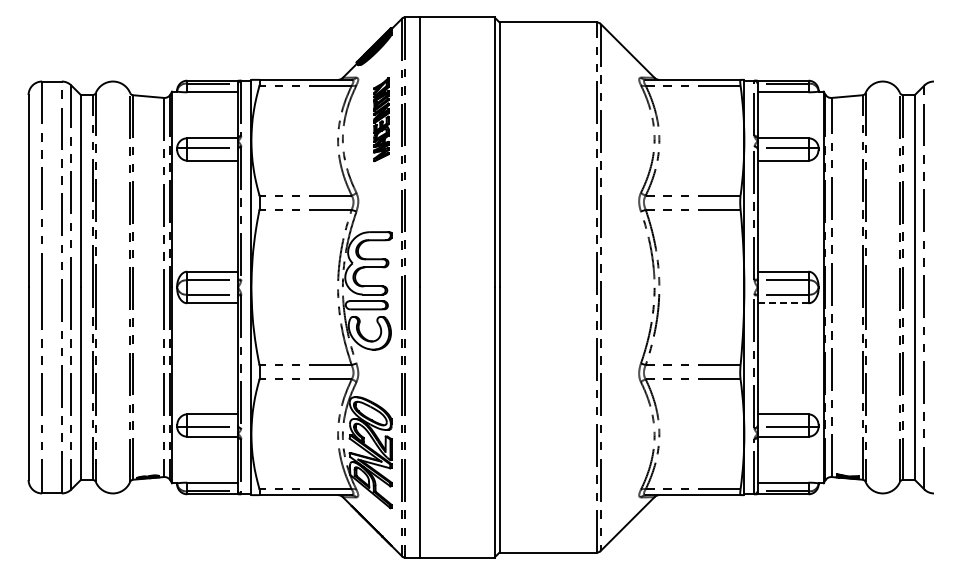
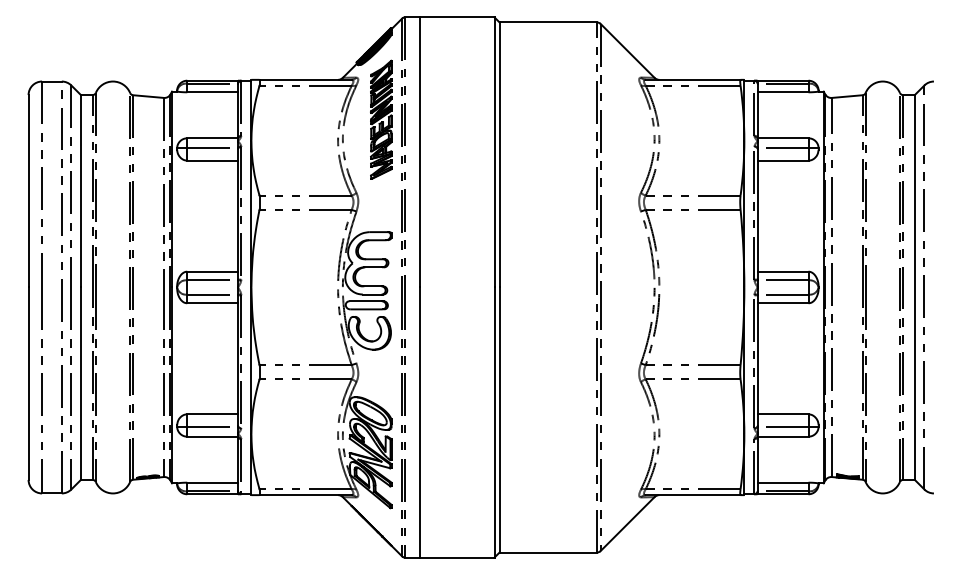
part at (381, 119) size: 17x86 px -> 23x121 px
line at (782, 303): dashed -> solid
